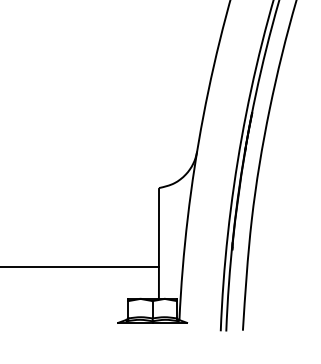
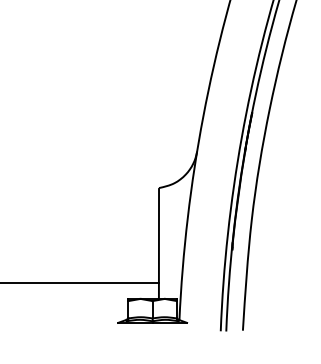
line at (80, 266) position: (80, 266) -> (80, 282)
